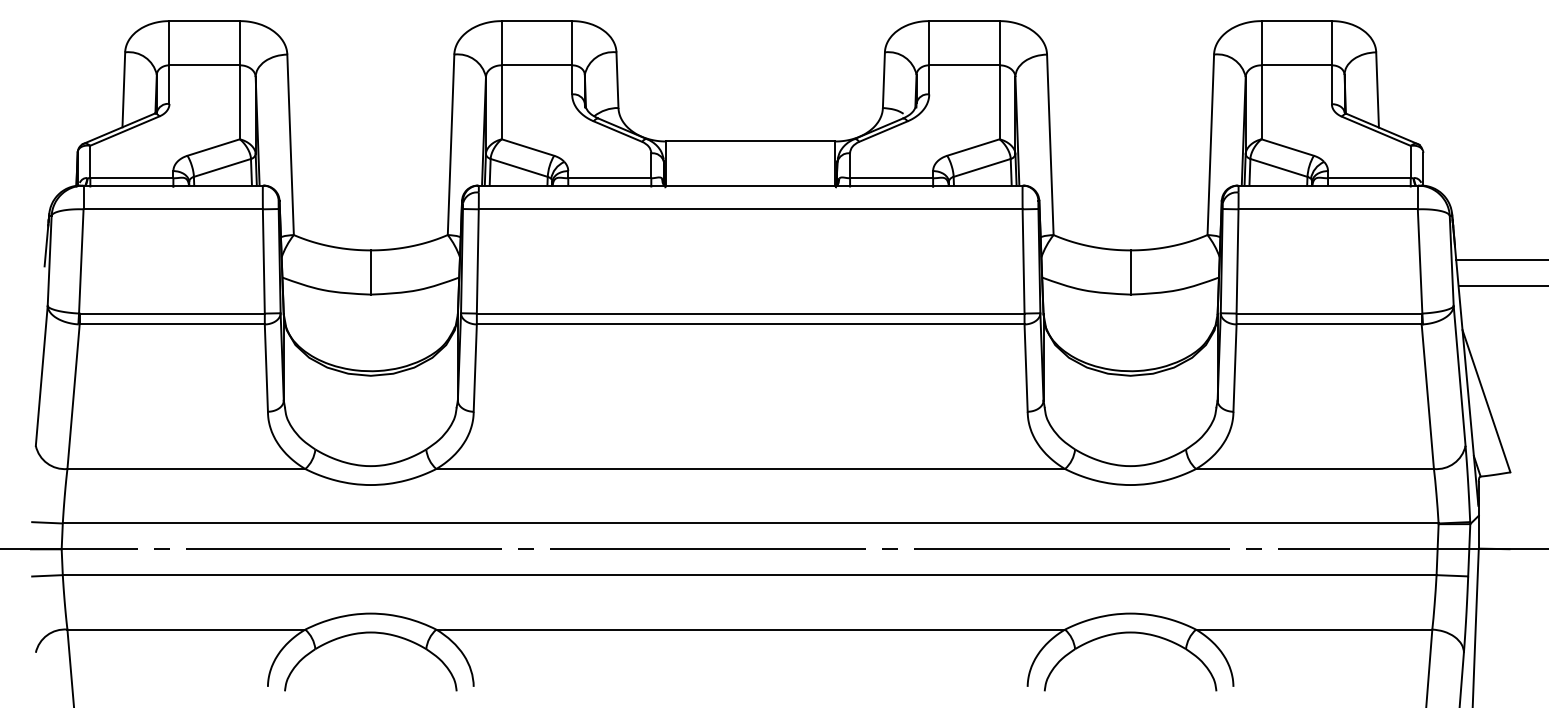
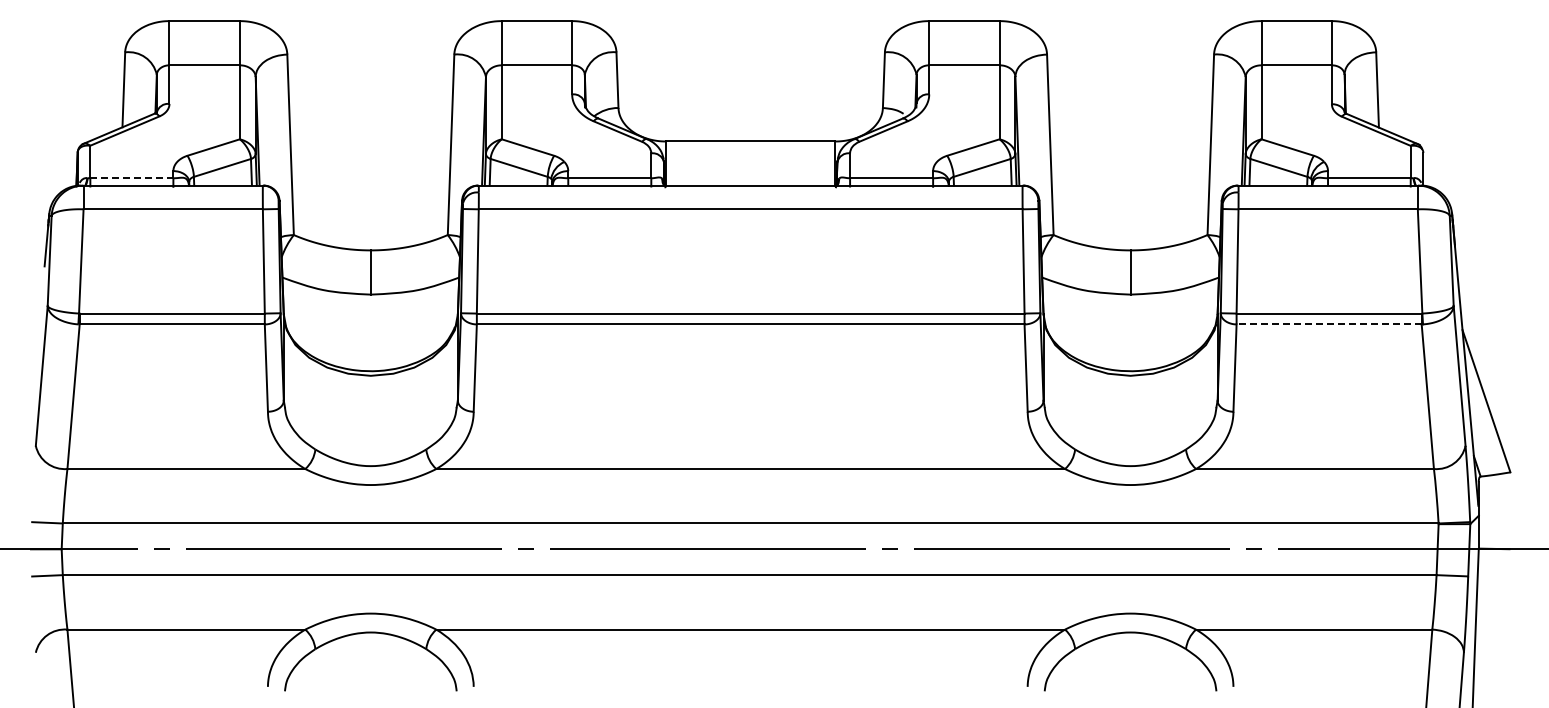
line at (131, 178): solid -> dashed
line at (1500, 259): present -> none
line at (1501, 286): present -> none
line at (1329, 324): solid -> dashed
